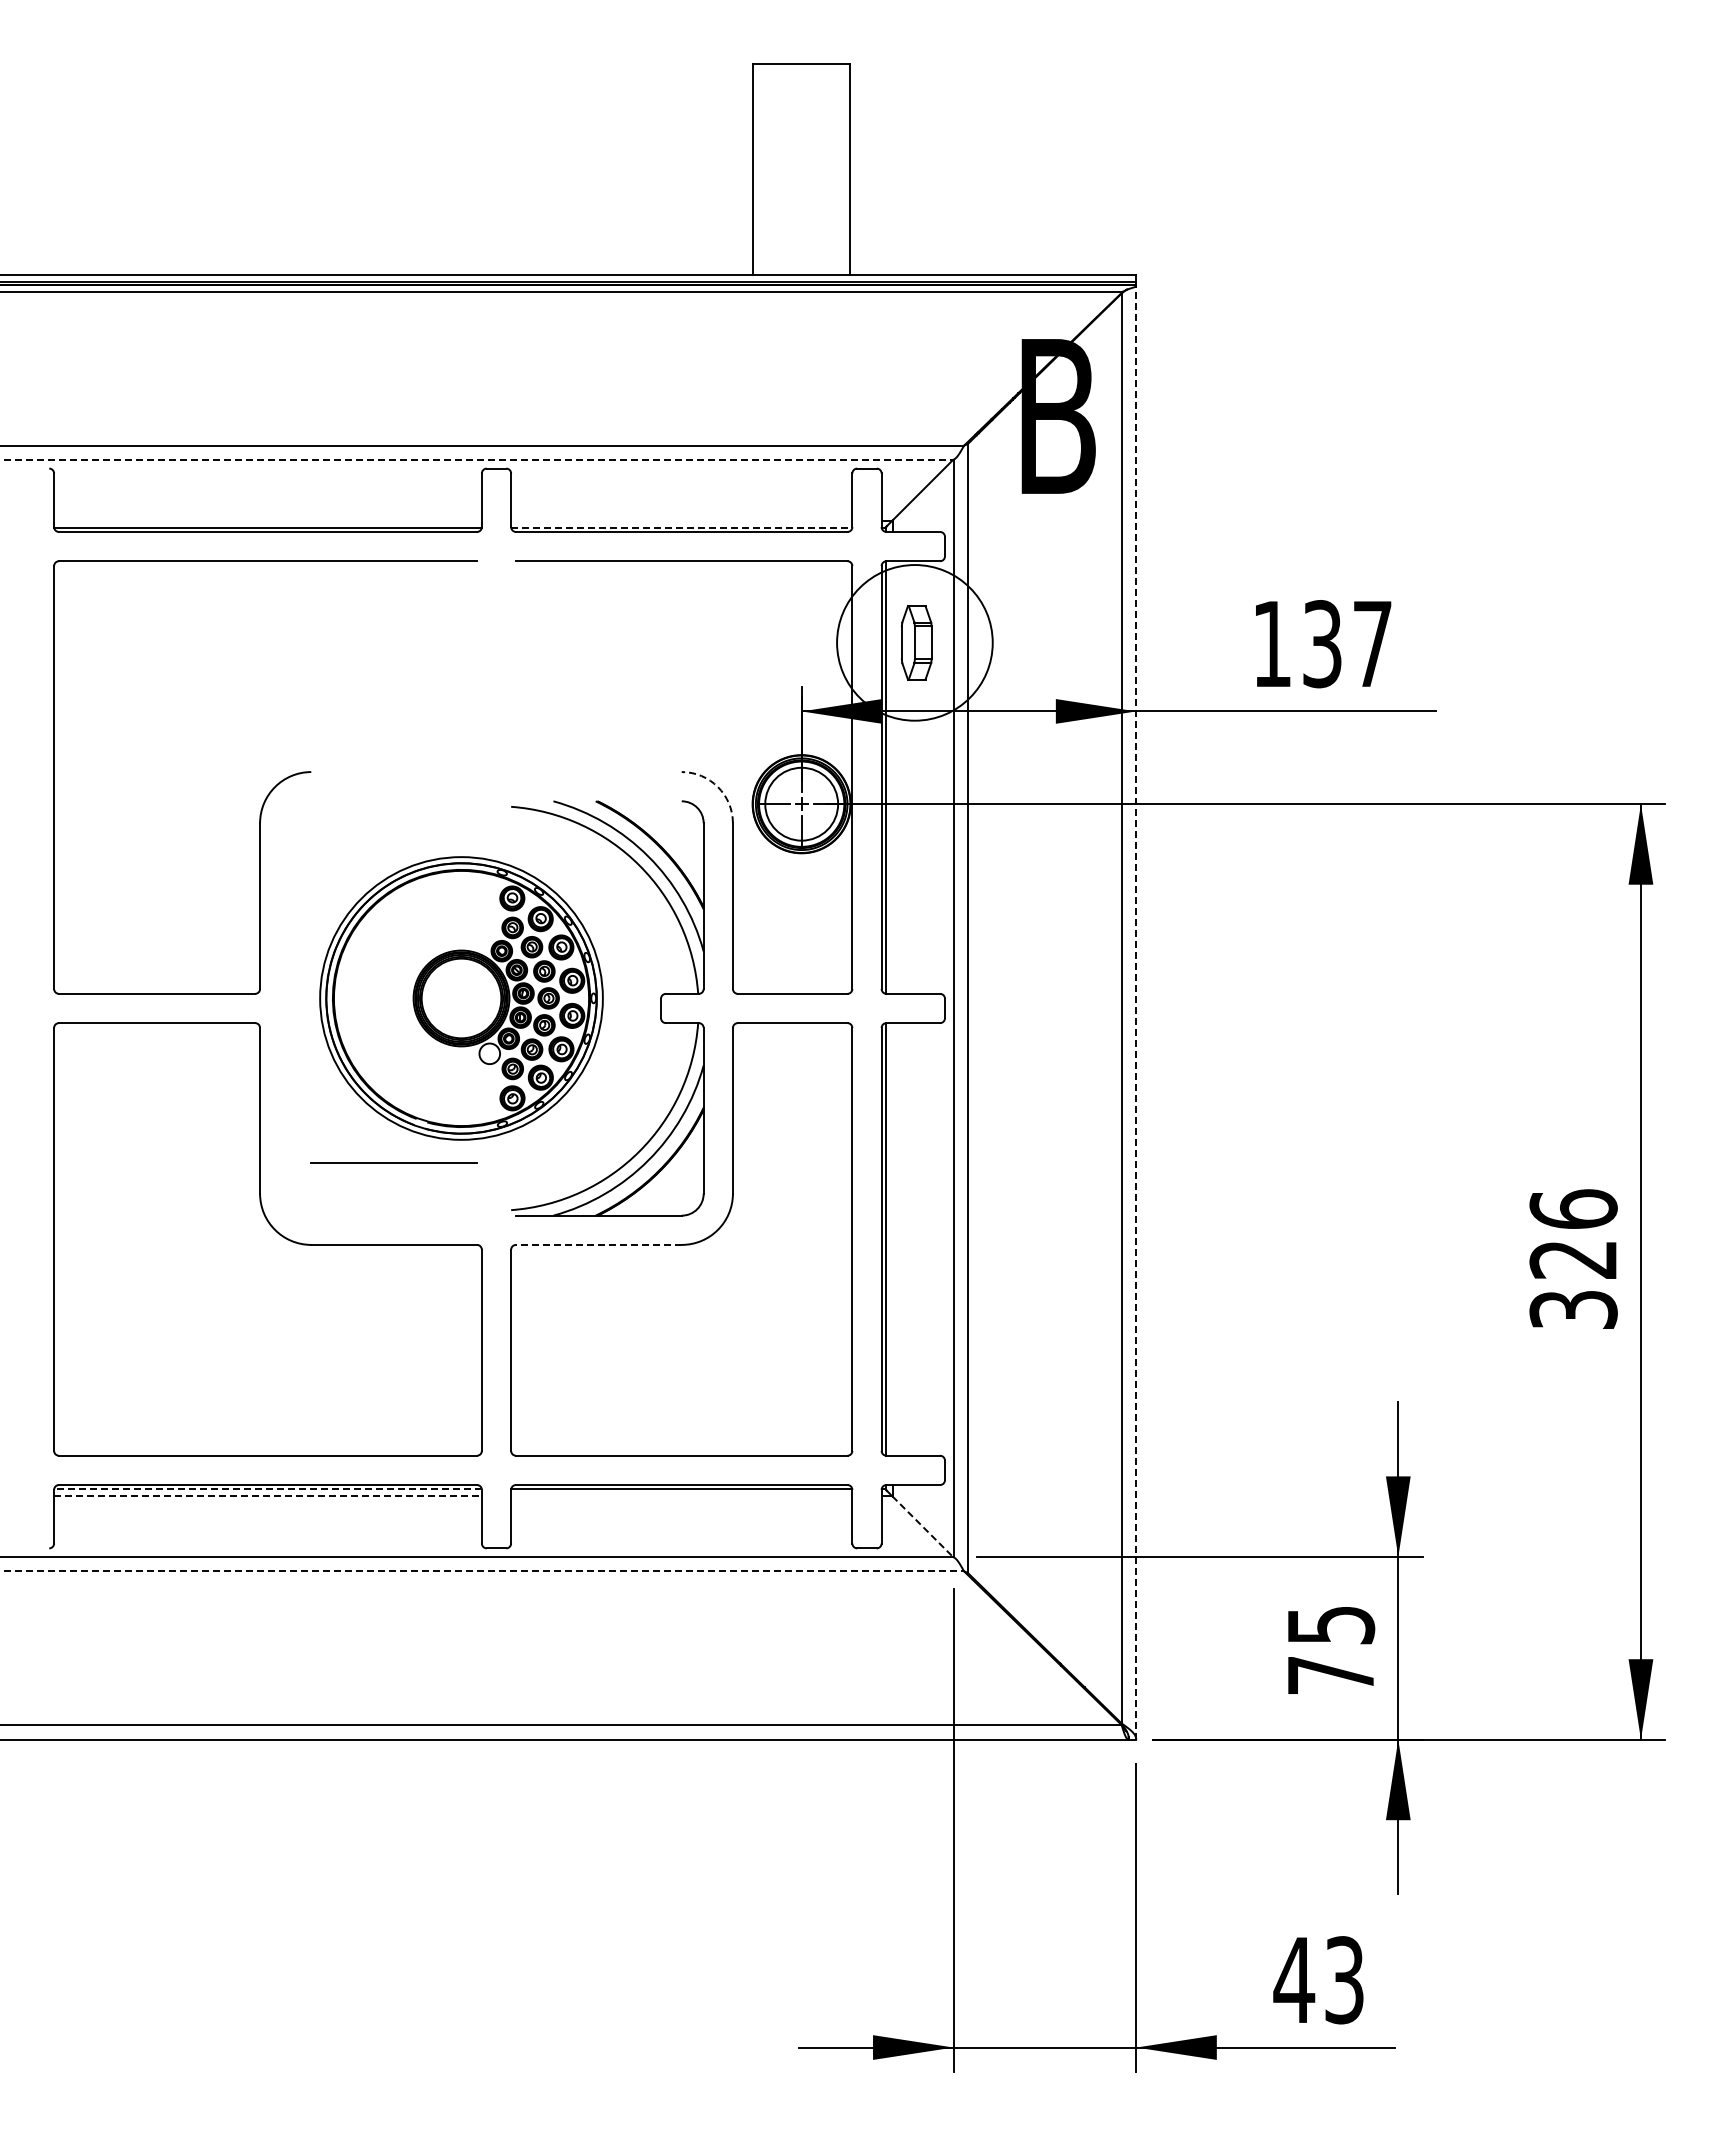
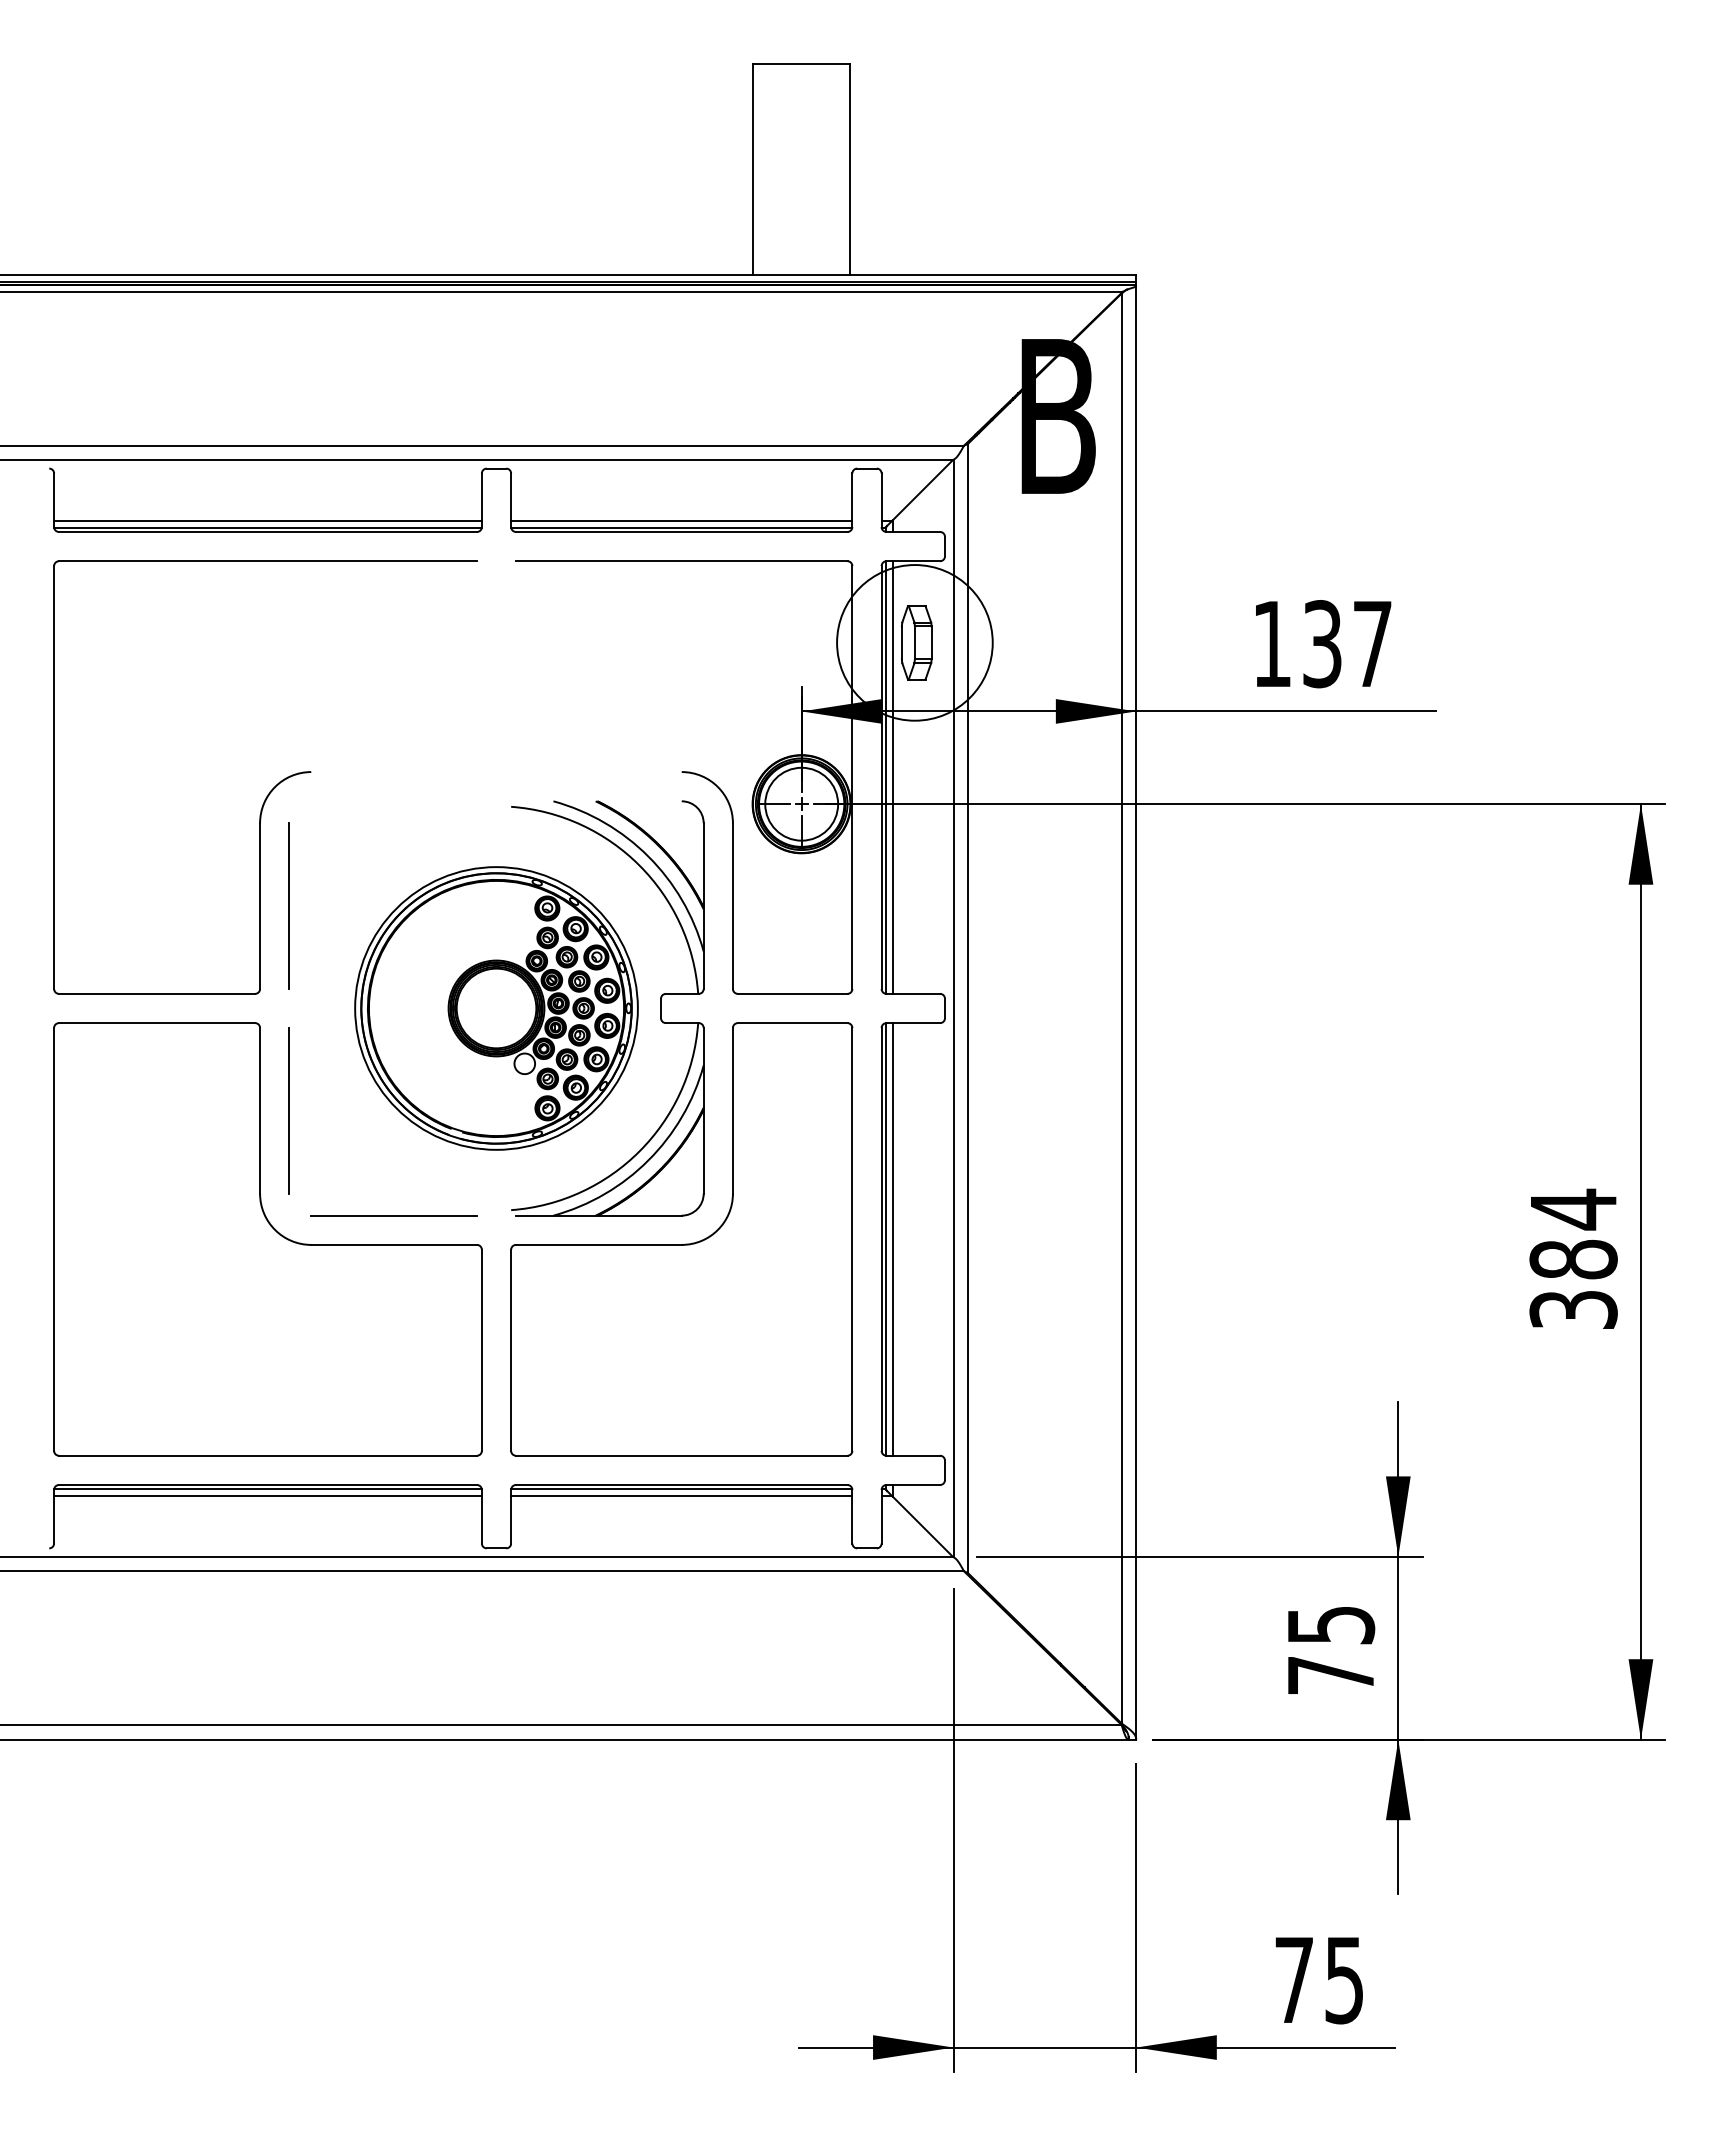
line at (477, 460): dashed -> solid
line at (267, 520): none -> present
line at (681, 520): none -> present
line at (681, 527): dashed -> solid
line at (892, 777): none -> present
arc at (717, 787): dashed -> solid
line at (289, 905): none -> present
part at (461, 998) position: (461, 998) -> (496, 1008)
line at (1136, 1012): dashed -> solid
line at (289, 1110): none -> present
line at (393, 1162) position: (393, 1162) -> (393, 1215)
text at (1573, 1233): 326 -> 384
line at (892, 1239): none -> present
line at (598, 1244): dashed -> solid
line at (268, 1489): dashed -> solid
line at (268, 1496): dashed -> solid
line at (681, 1496): none -> present
line at (922, 1526): dashed -> solid
line at (482, 1571): dashed -> solid
text at (1318, 1979): 43 -> 75
